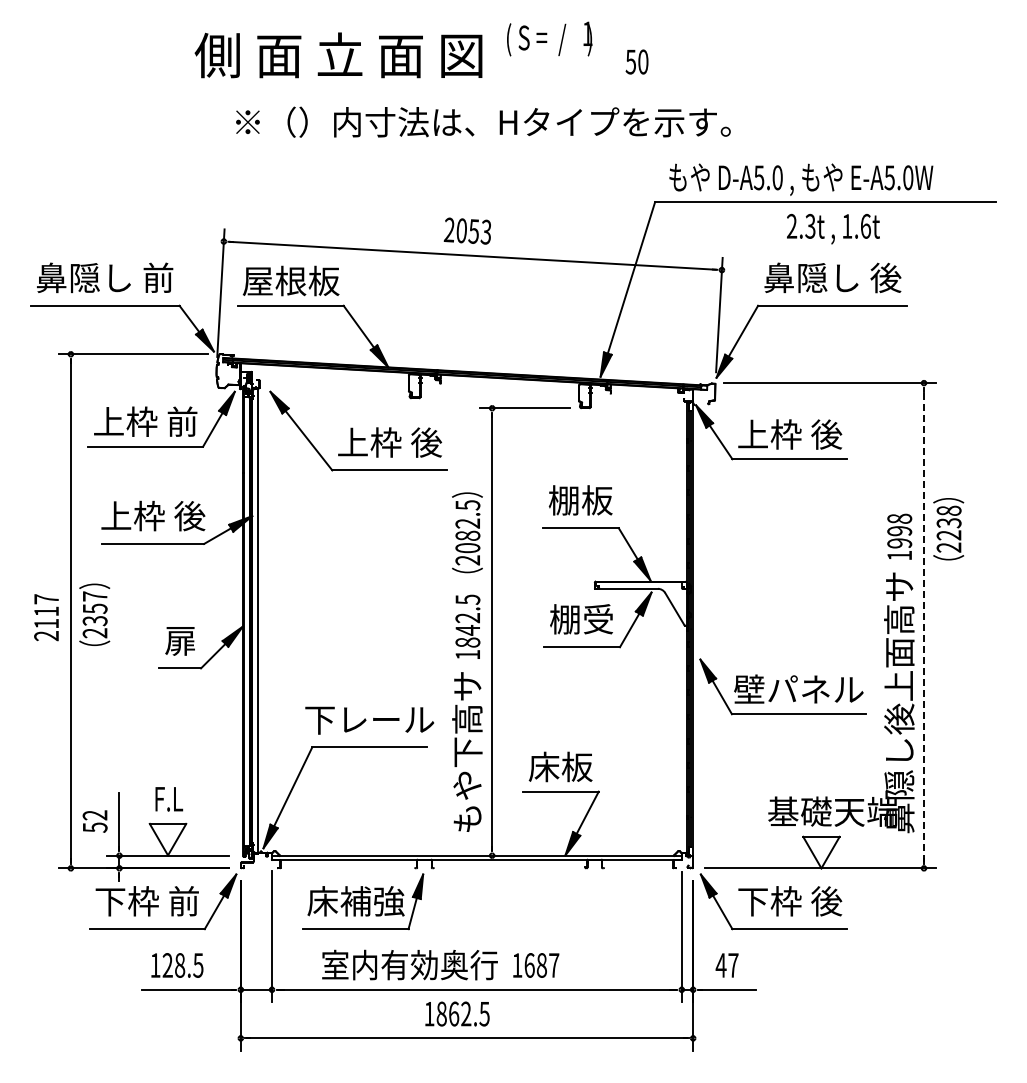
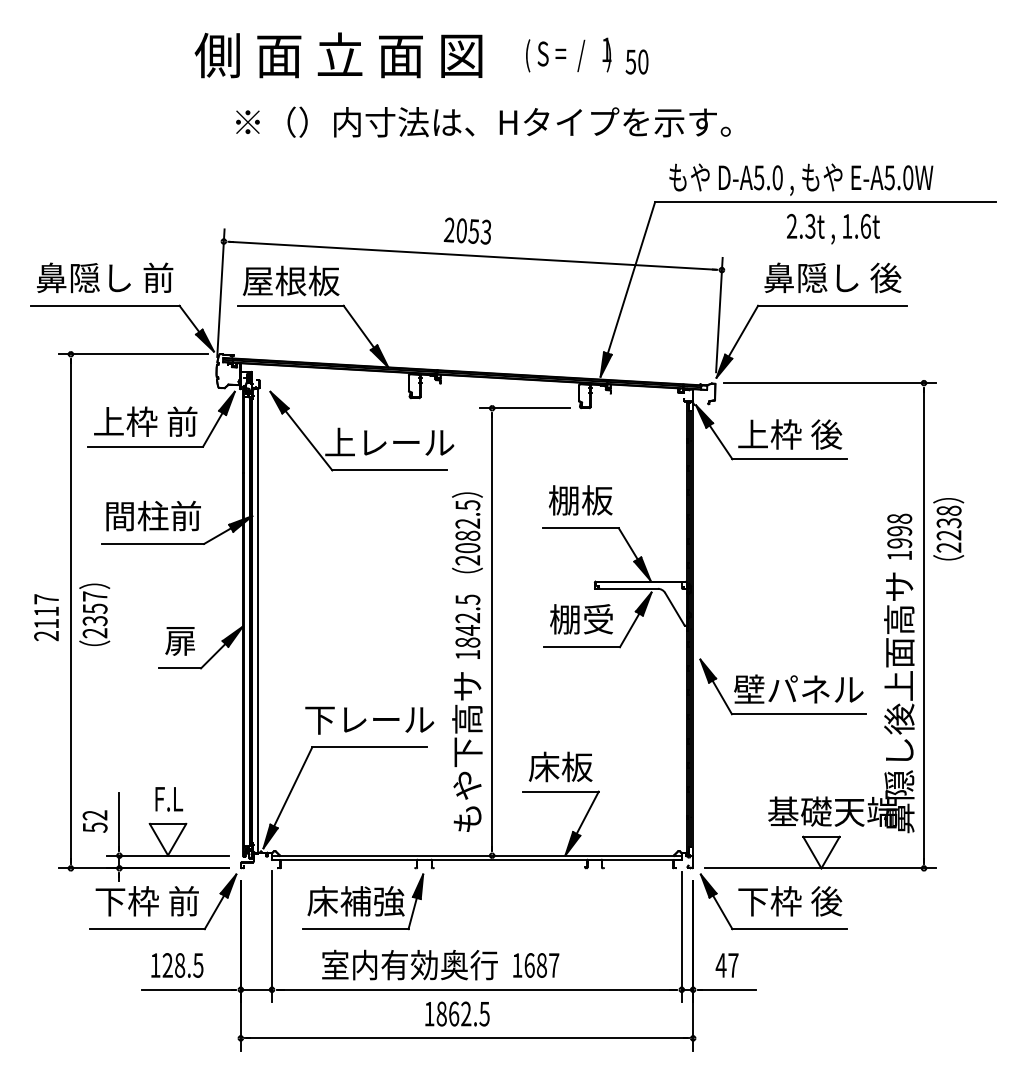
text at (549, 38) position: (549, 38) -> (568, 54)
text at (389, 442): 上枠 後 -> 上レール
text at (153, 515): 上枠 後 -> 間柱前
line at (924, 625): dashed -> solid
